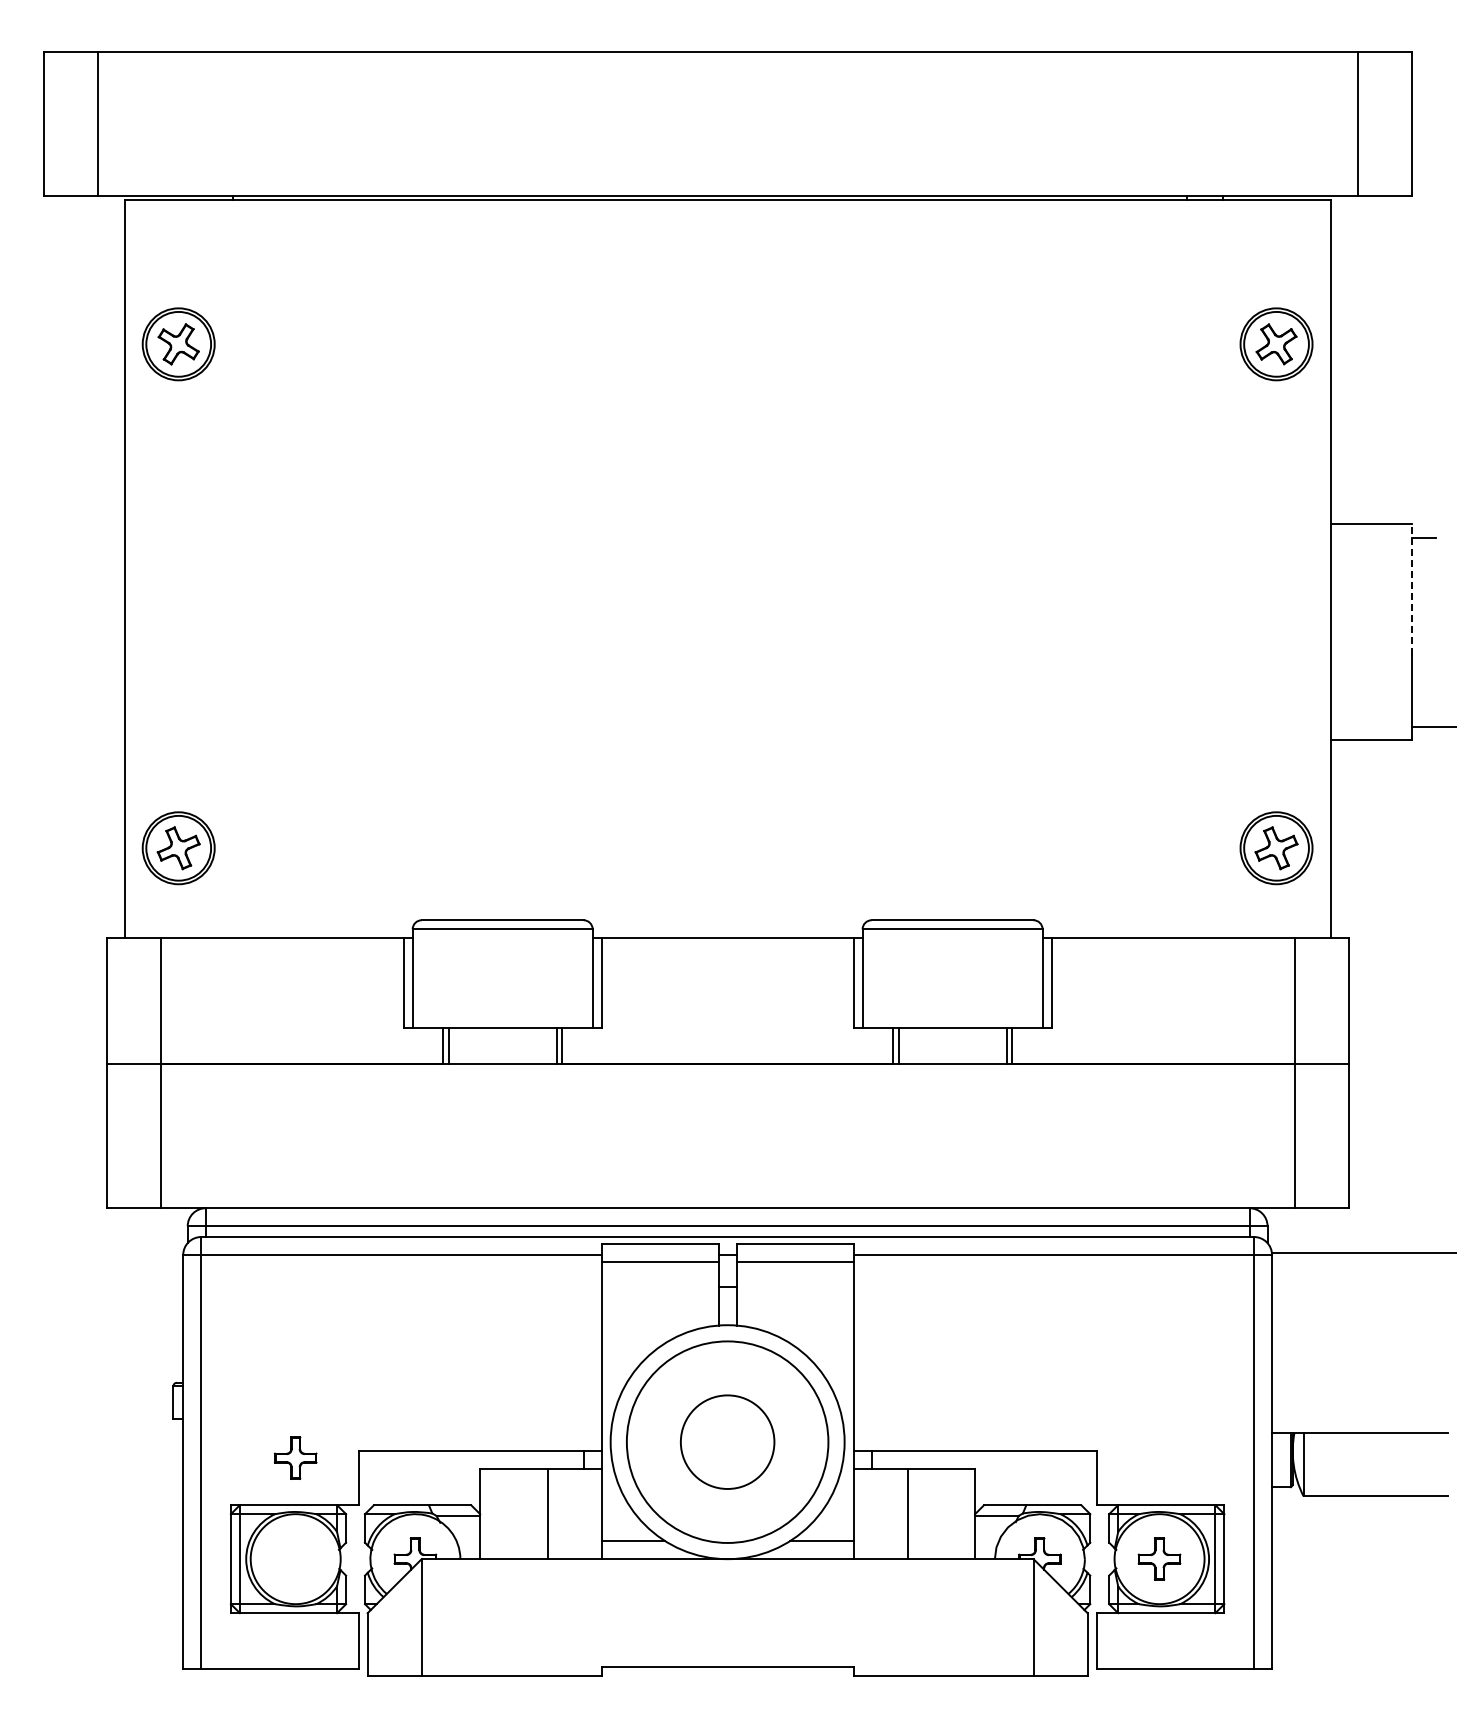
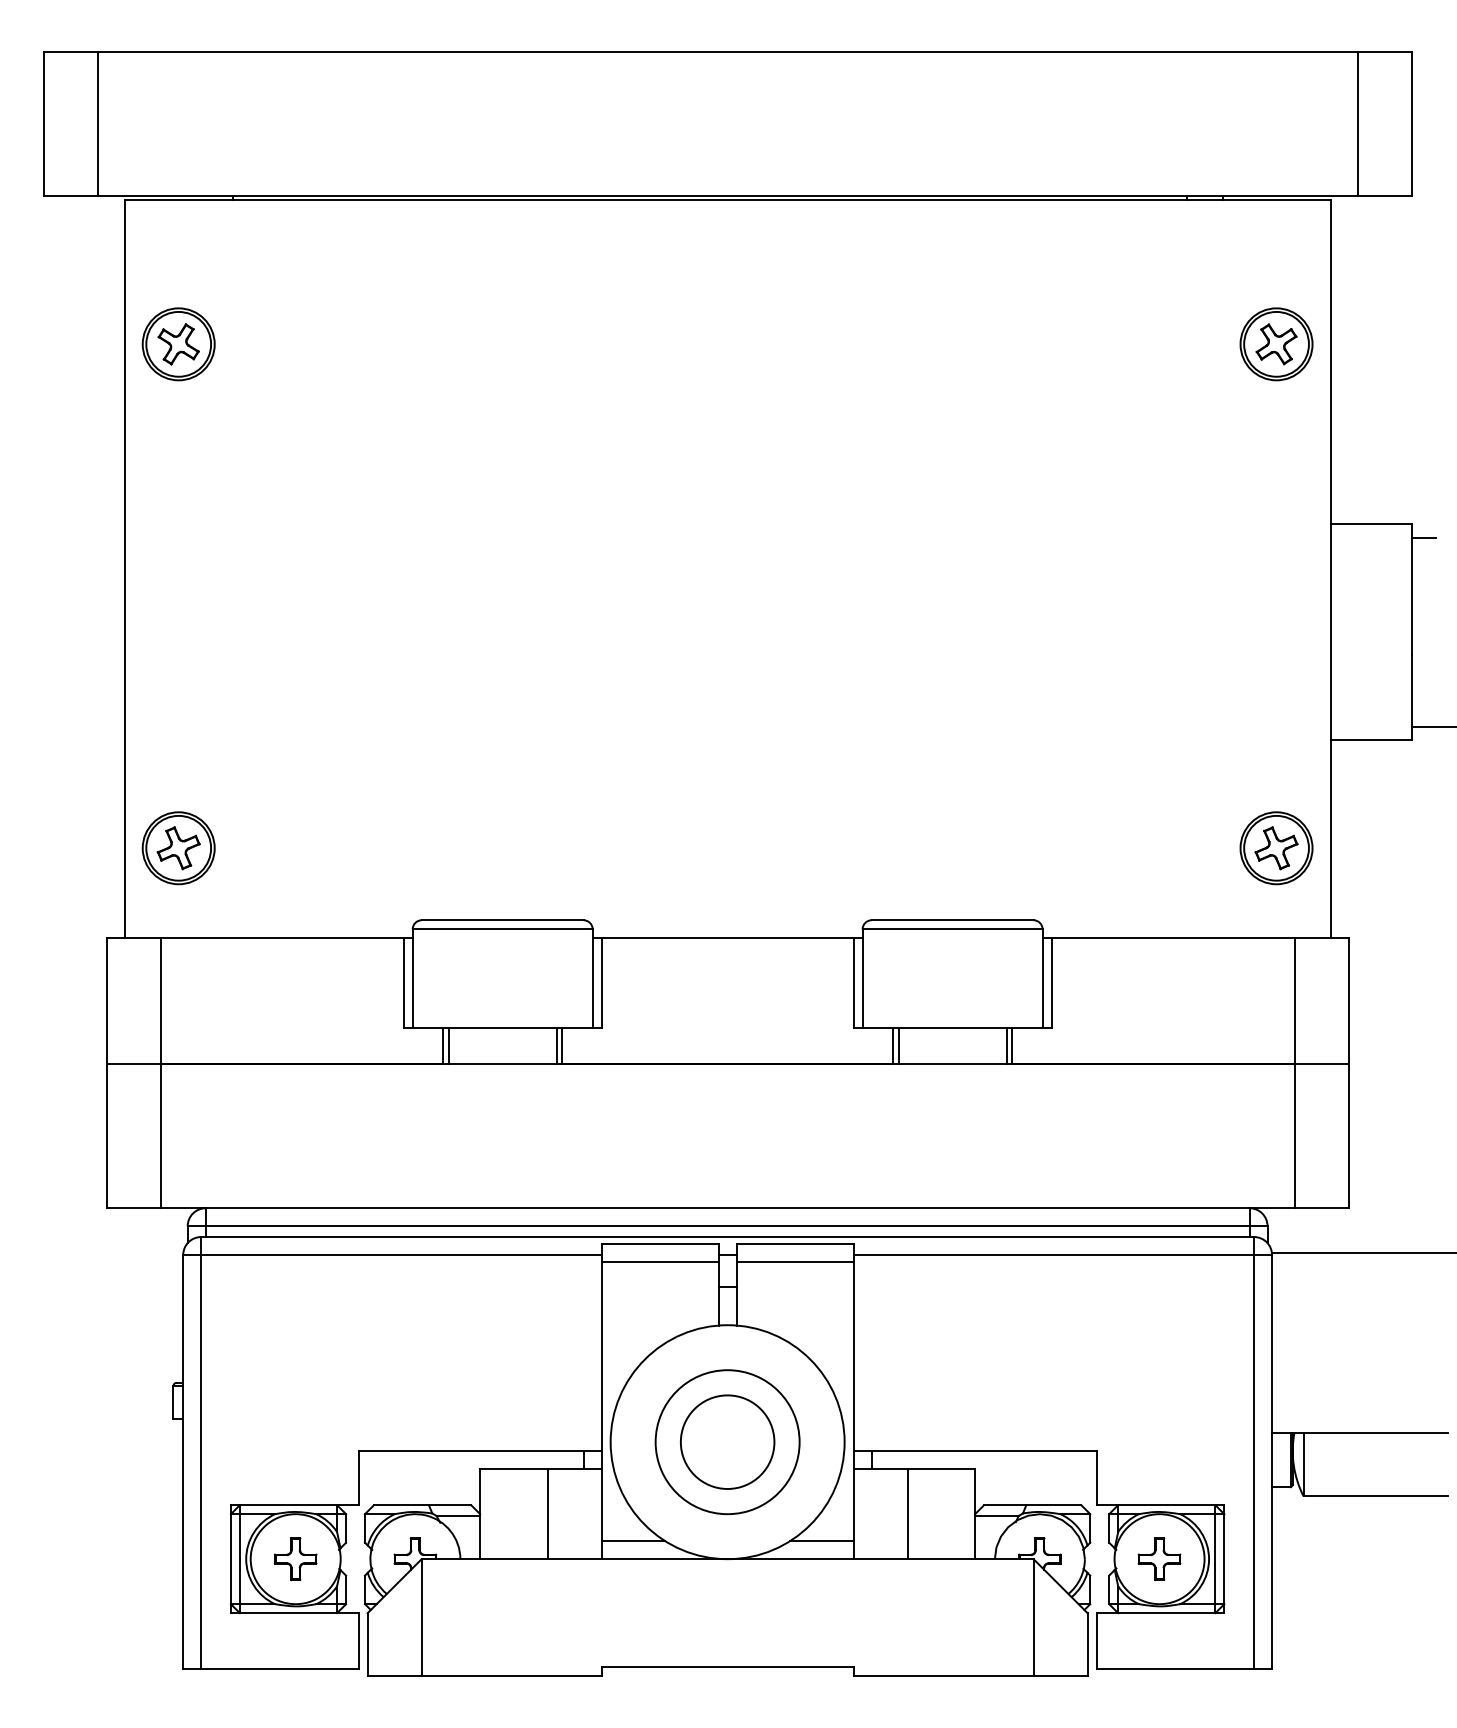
line at (1411, 589): dashed -> solid
circle at (727, 1441) diameter: 202 px -> 144 px
part at (295, 1457) position: (295, 1457) -> (295, 1558)
